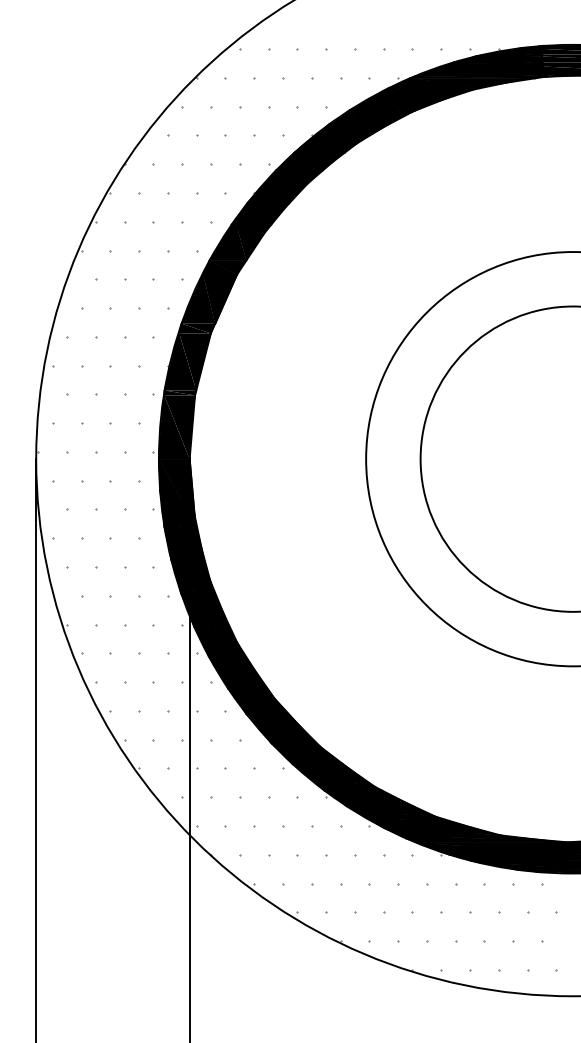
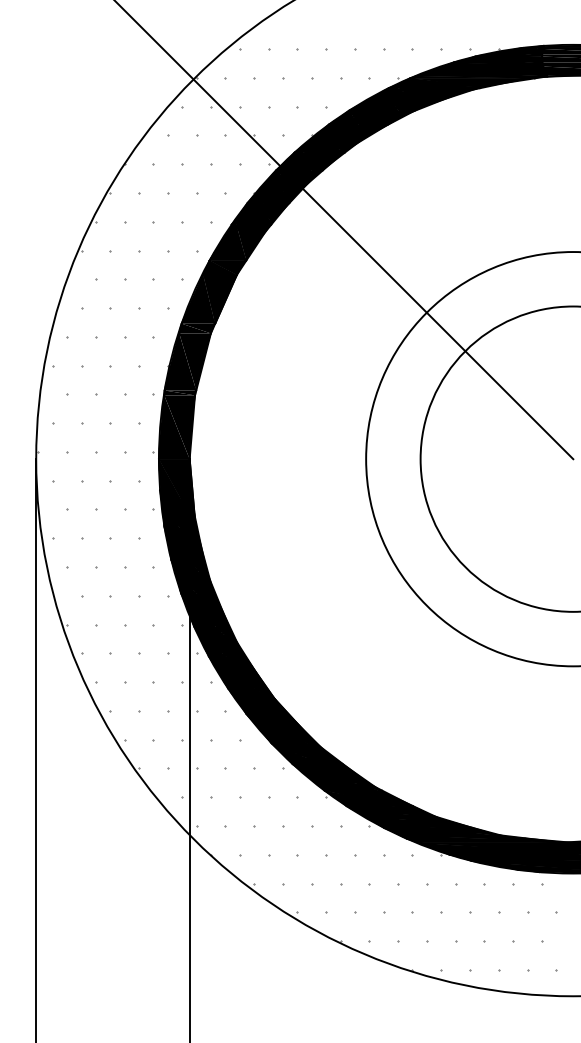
line at (344, 230): none -> present
